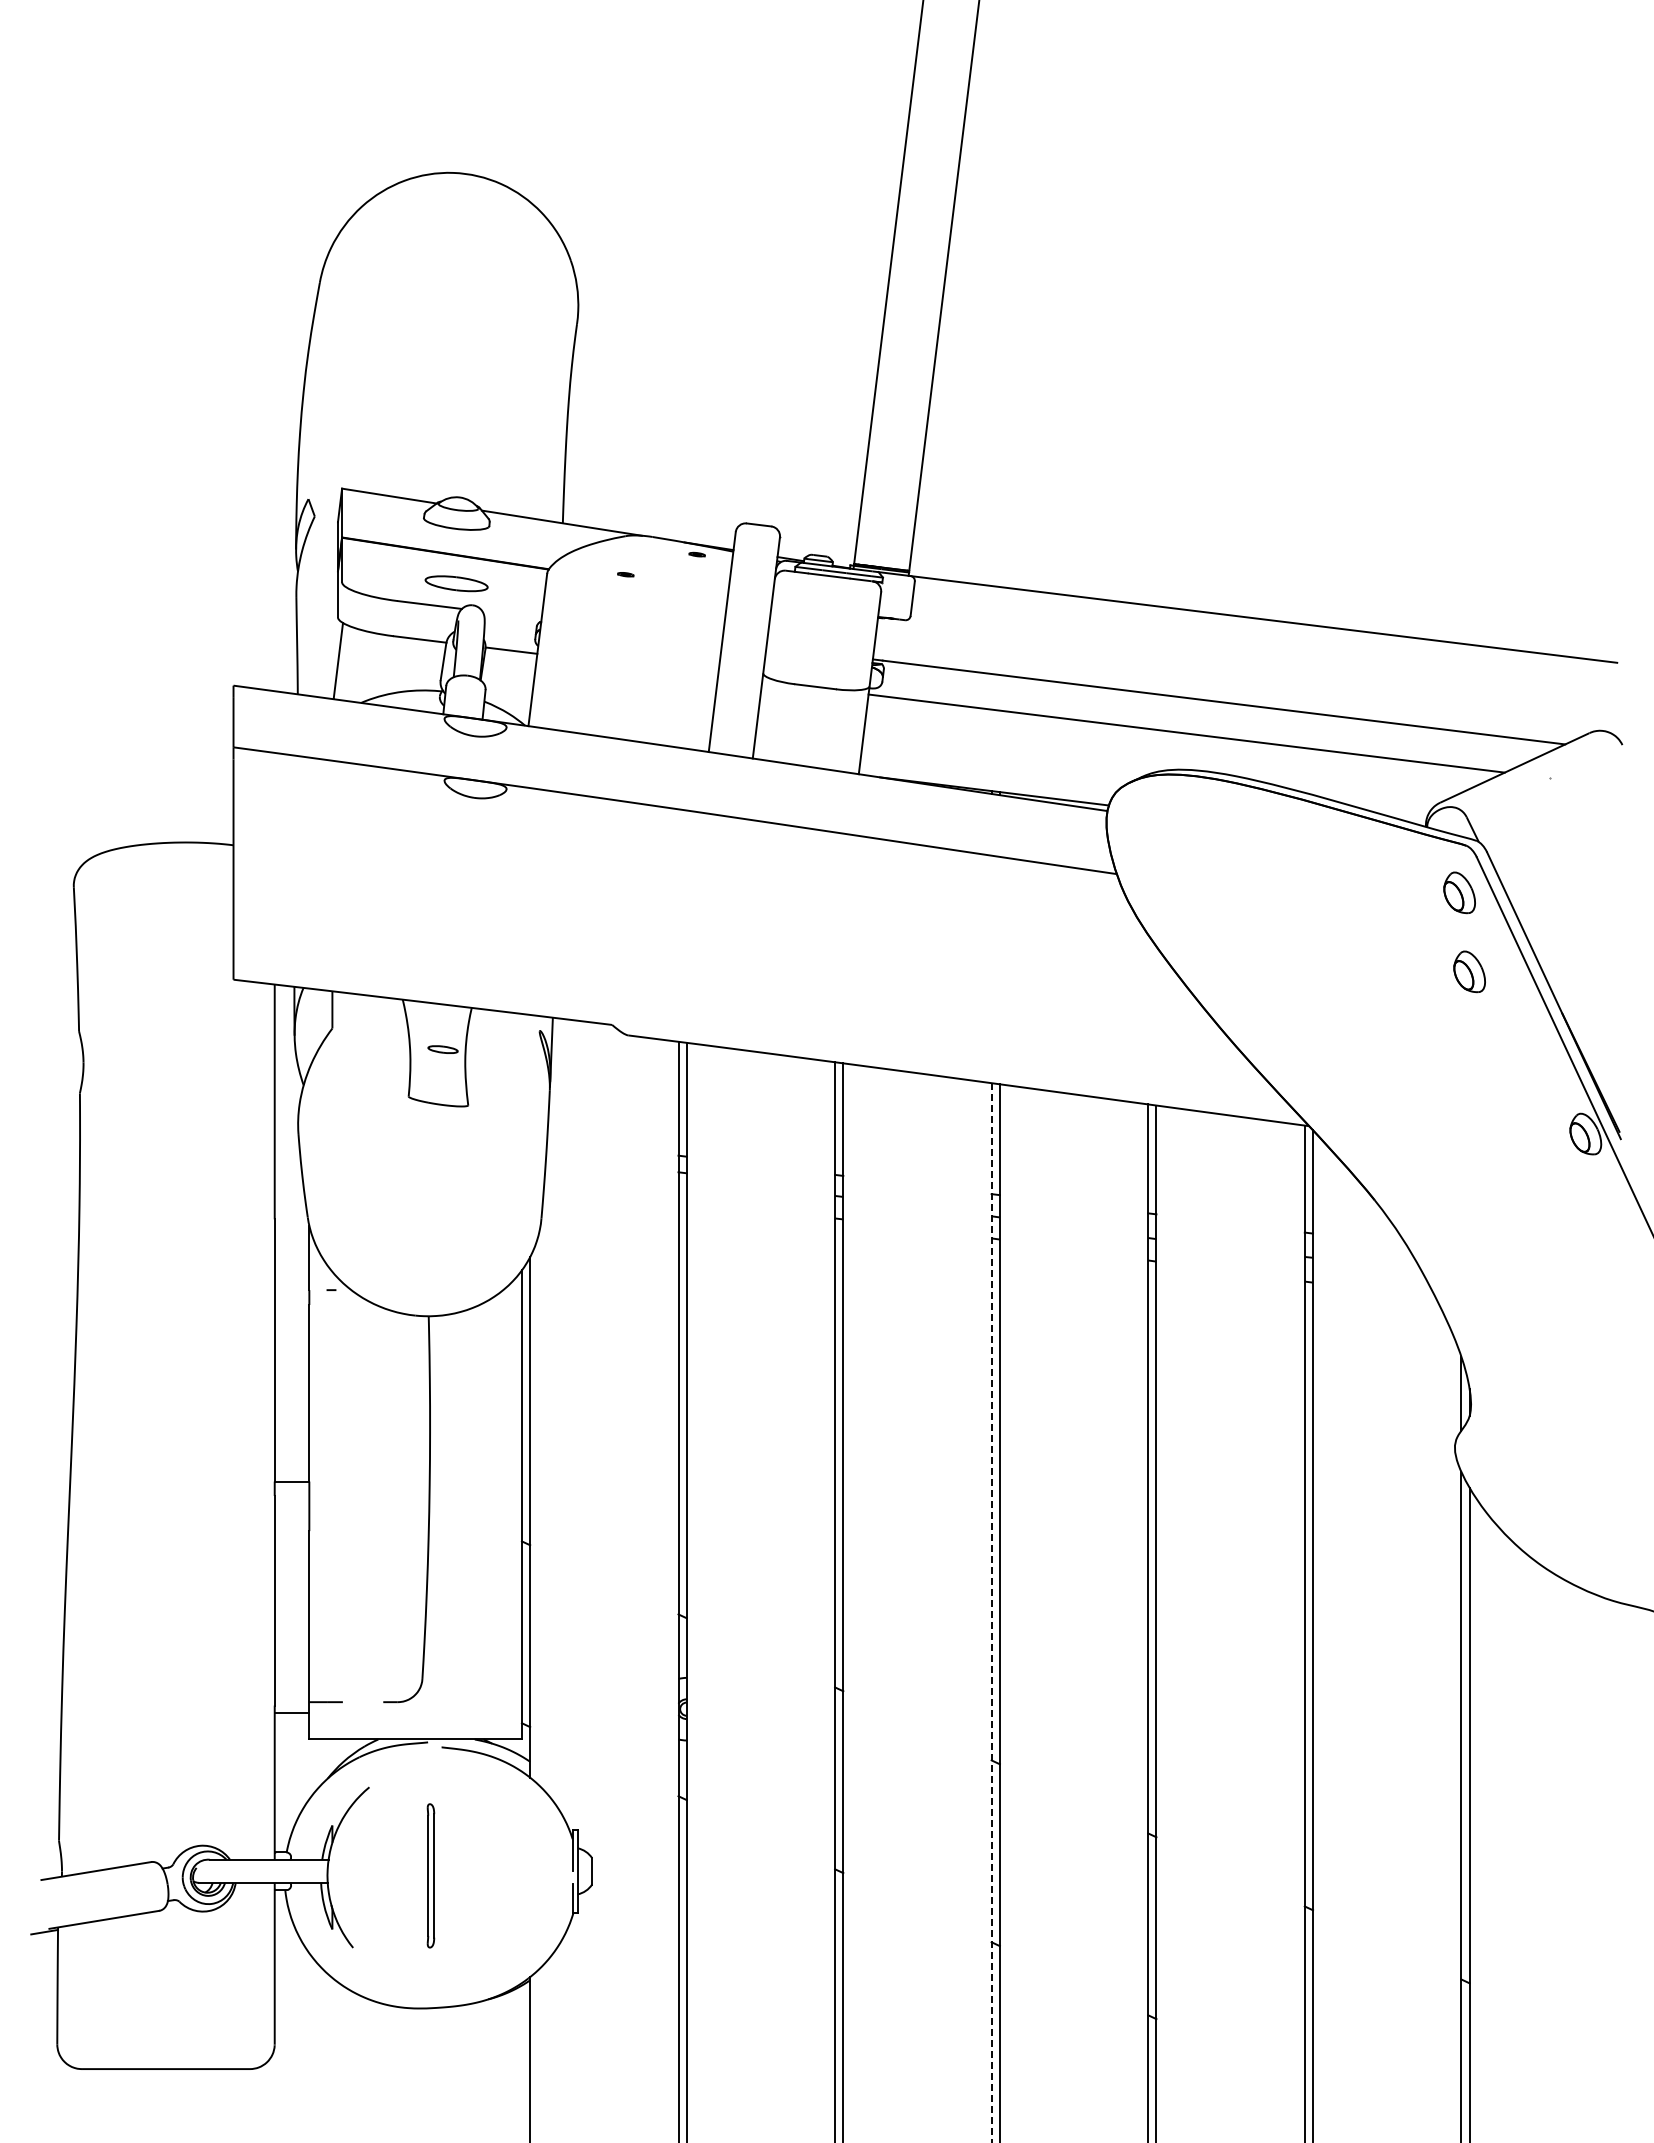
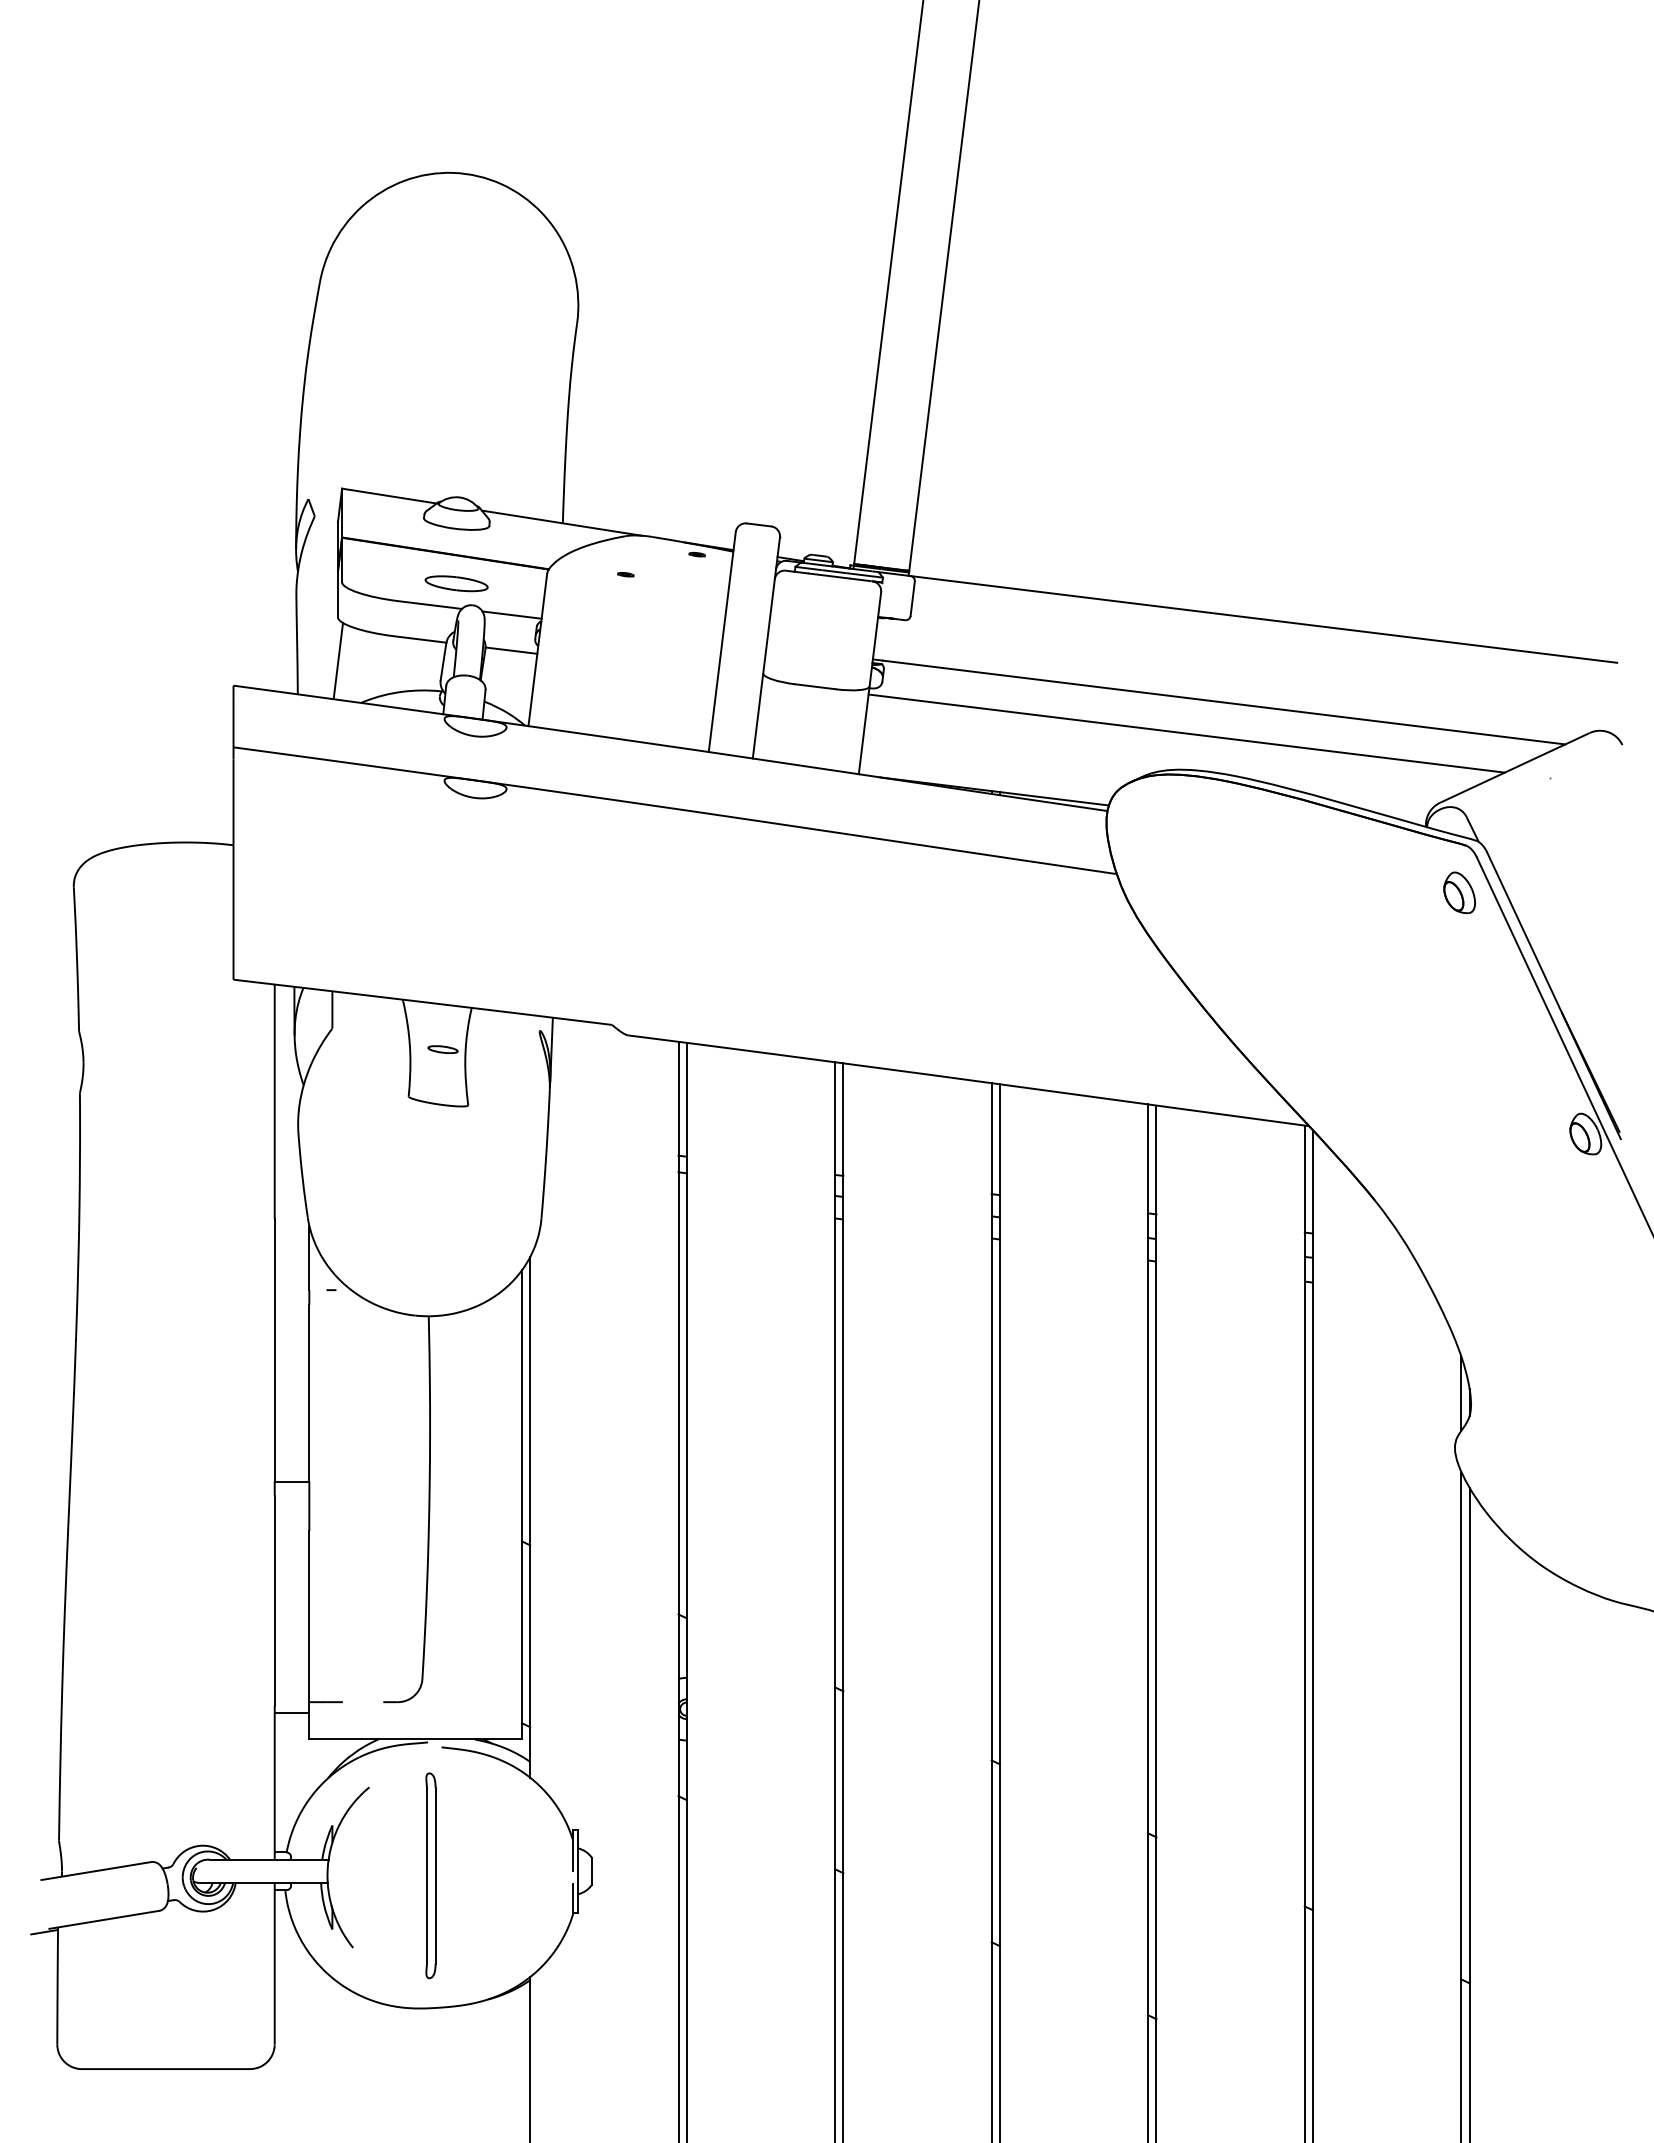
line at (511, 614): none -> present
part at (1469, 971): present -> none
line at (991, 1613): dashed -> solid
part at (430, 1875) size: 10x146 px -> 12x208 px
